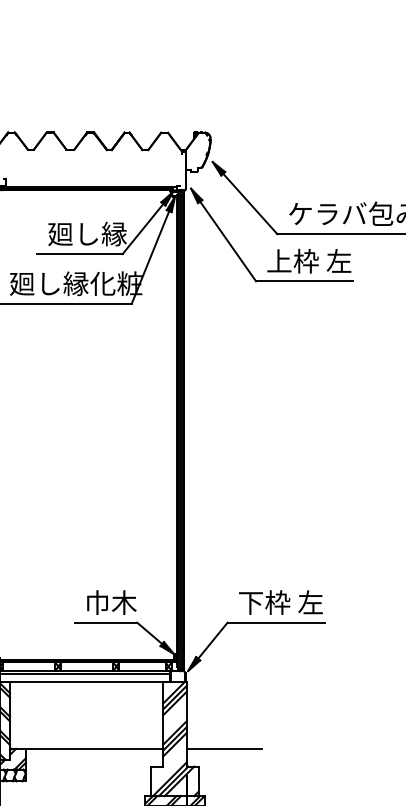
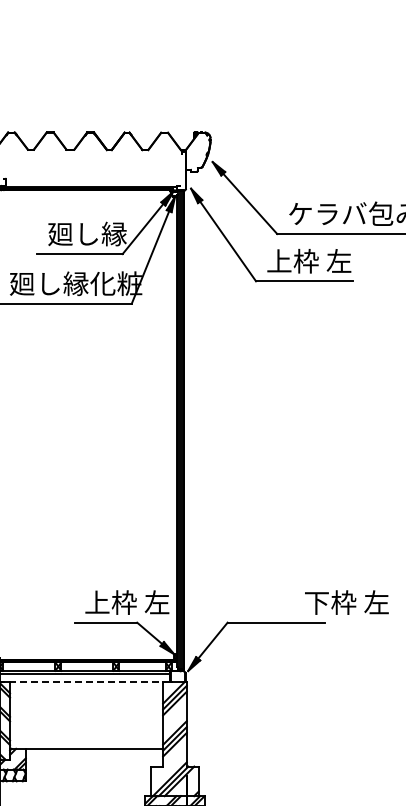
text at (127, 602): 巾木 -> 上枠 左
text at (280, 602) position: (280, 602) -> (346, 602)
line at (85, 681): solid -> dashed
line at (224, 748): present -> none
